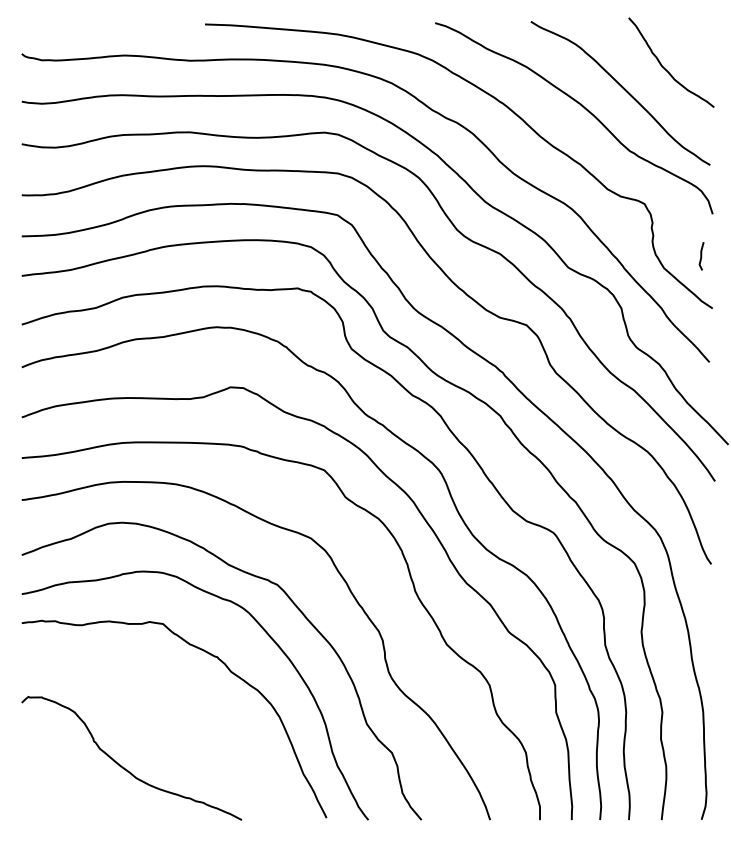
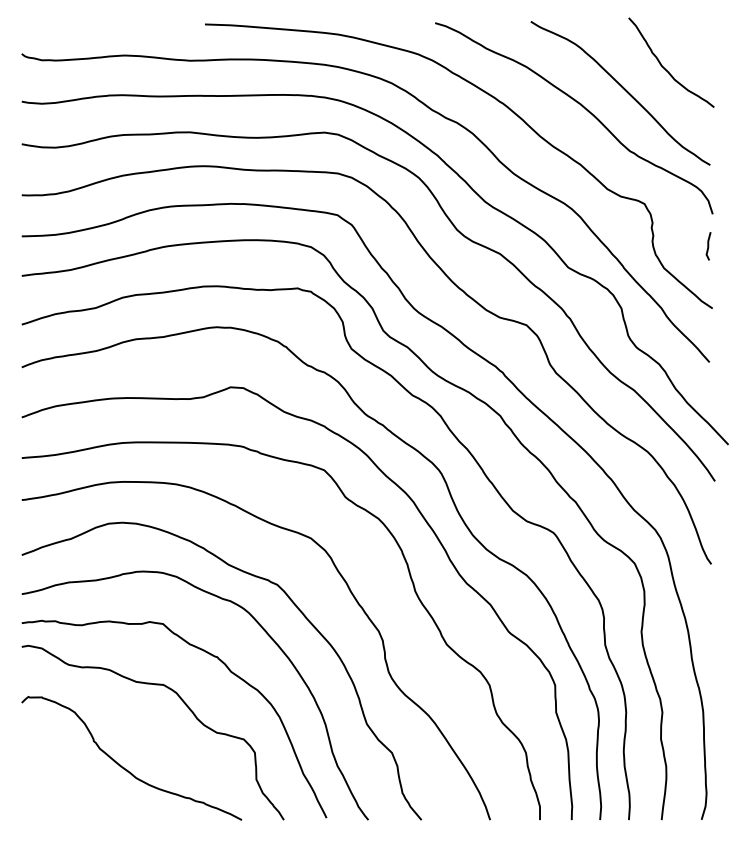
line at (701, 256) position: (701, 256) -> (708, 246)
curve at (183, 703): none -> present
